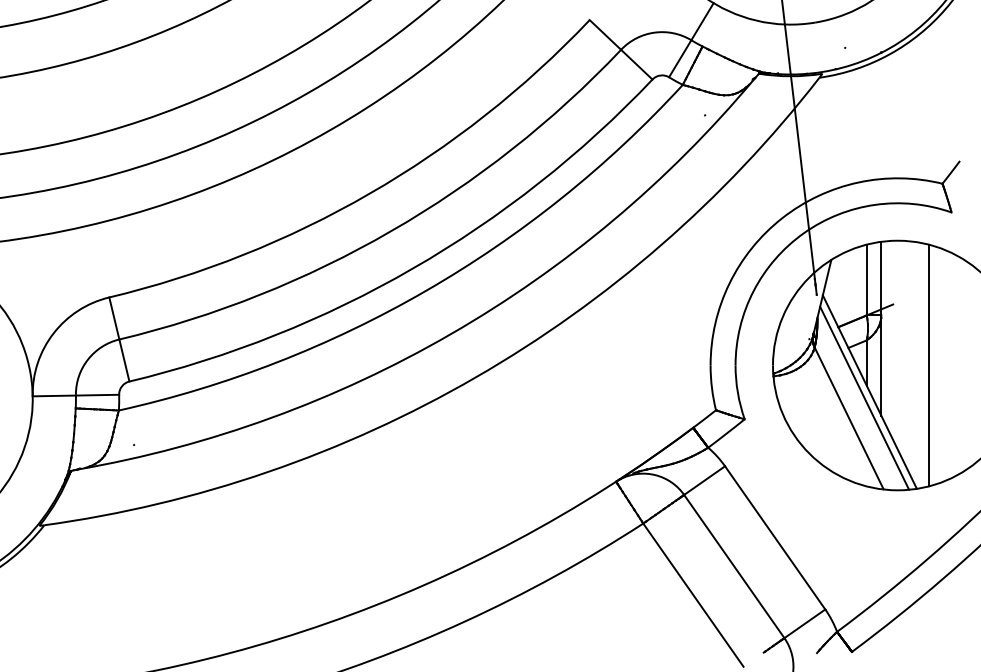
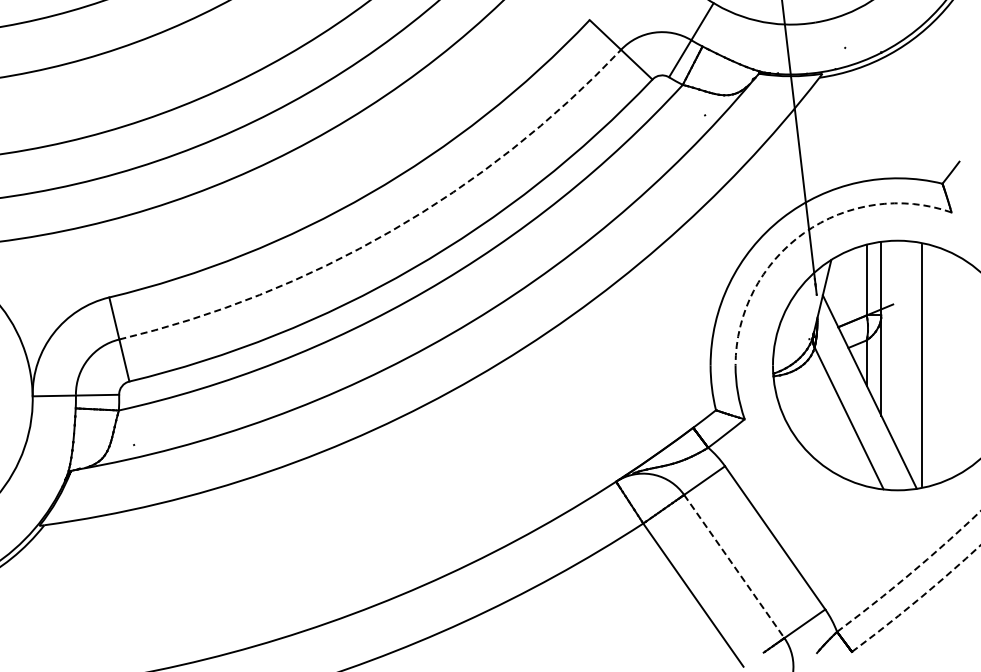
arc at (391, 231): solid -> dashed
arc at (803, 233): solid -> dashed
line at (928, 365) position: (928, 365) -> (921, 365)
line at (864, 397): present -> none
line at (734, 566): solid -> dashed
arc at (909, 574): solid -> dashed
arc at (918, 599): solid -> dashed
